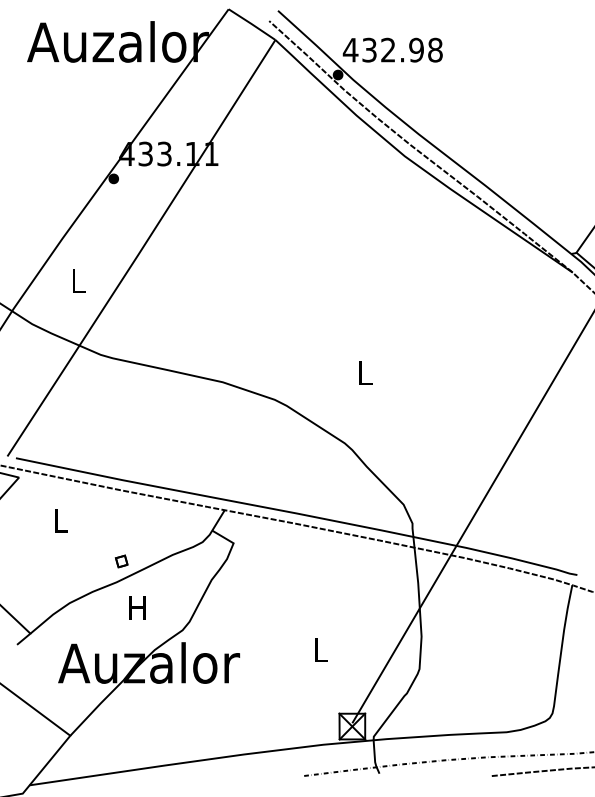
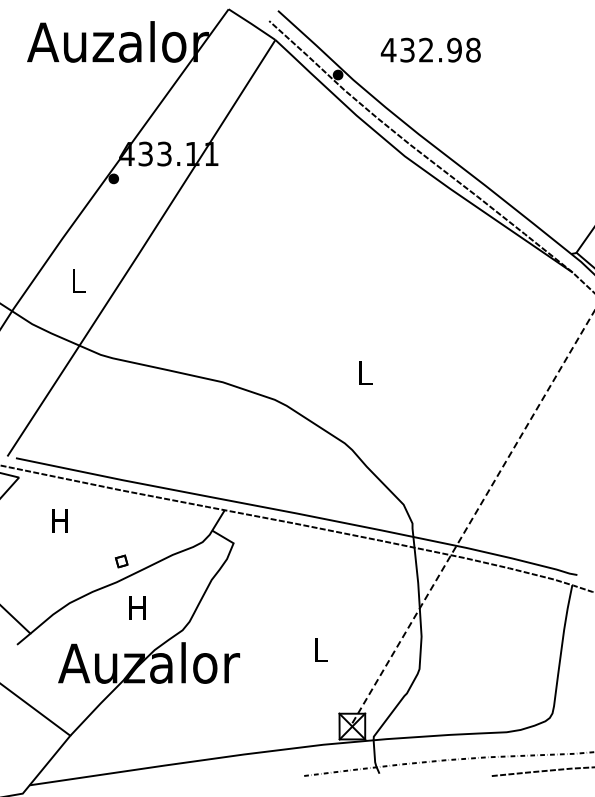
text at (392, 49) position: (392, 49) -> (430, 49)
line at (473, 516): solid -> dashed
text at (59, 520): L -> H
